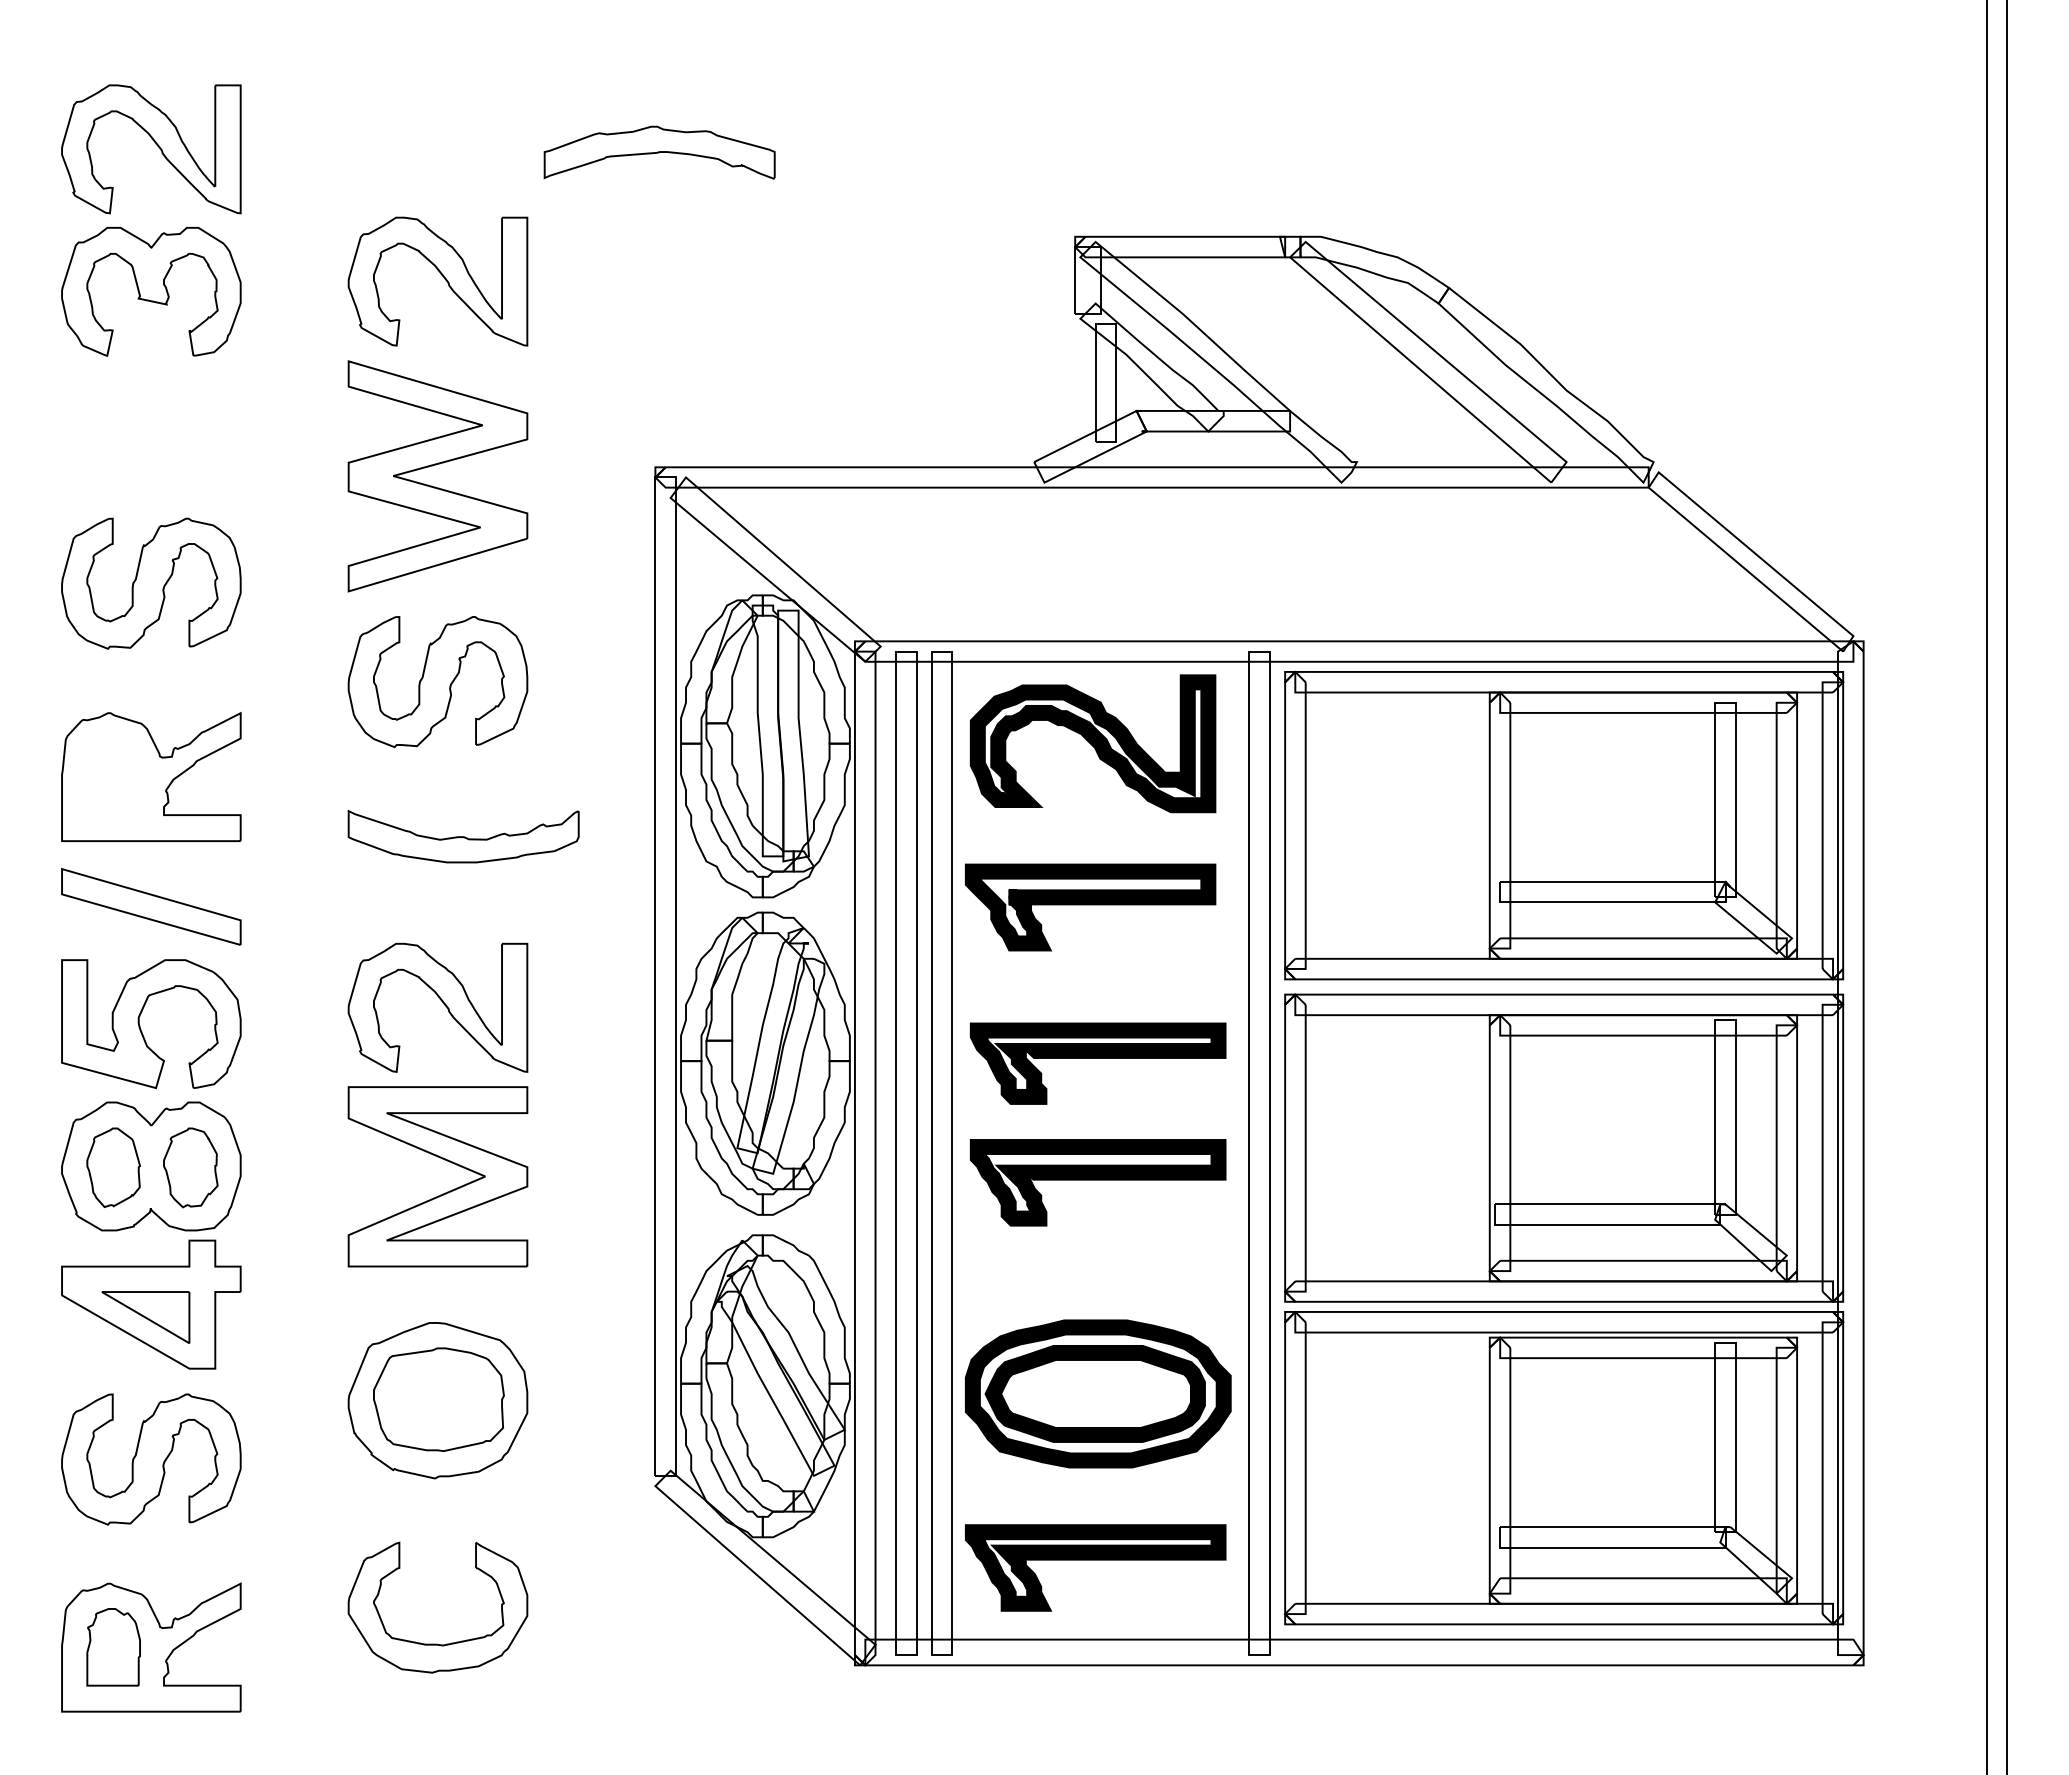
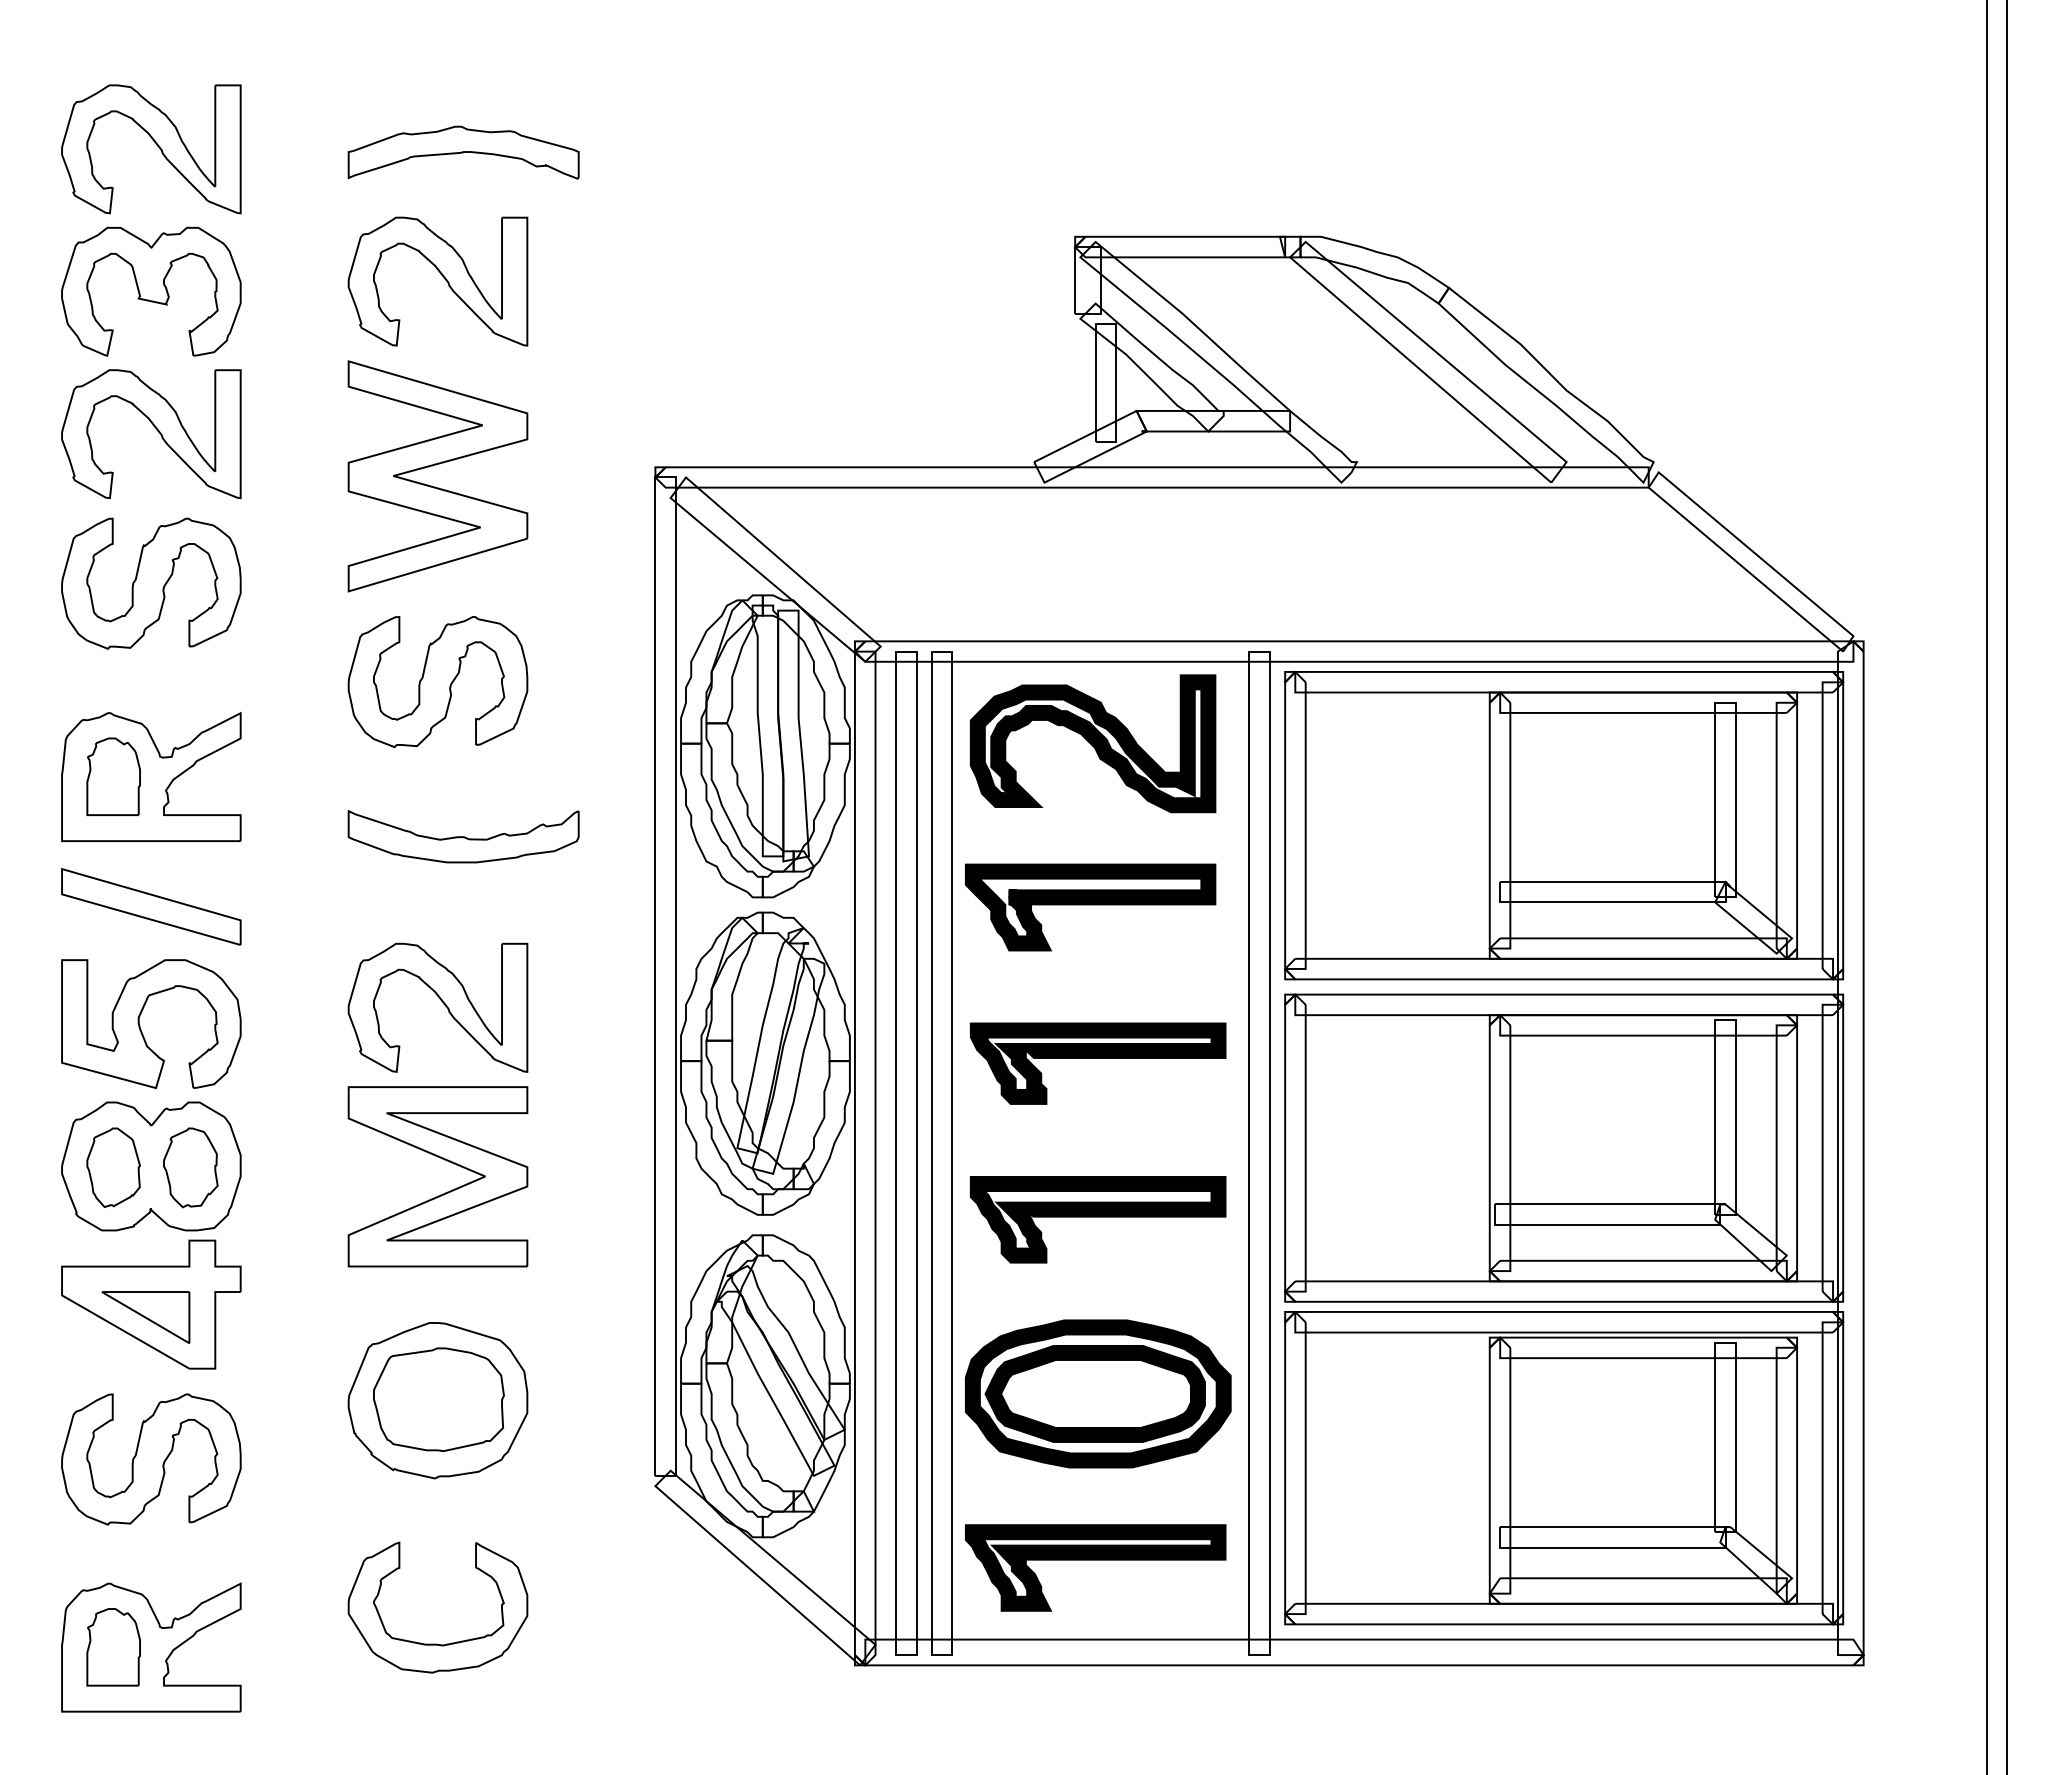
part at (659, 152) position: (659, 152) -> (463, 152)
part at (156, 430): none -> present
part at (113, 776): none -> present
part at (1097, 1182) position: (1097, 1182) -> (1097, 1219)
